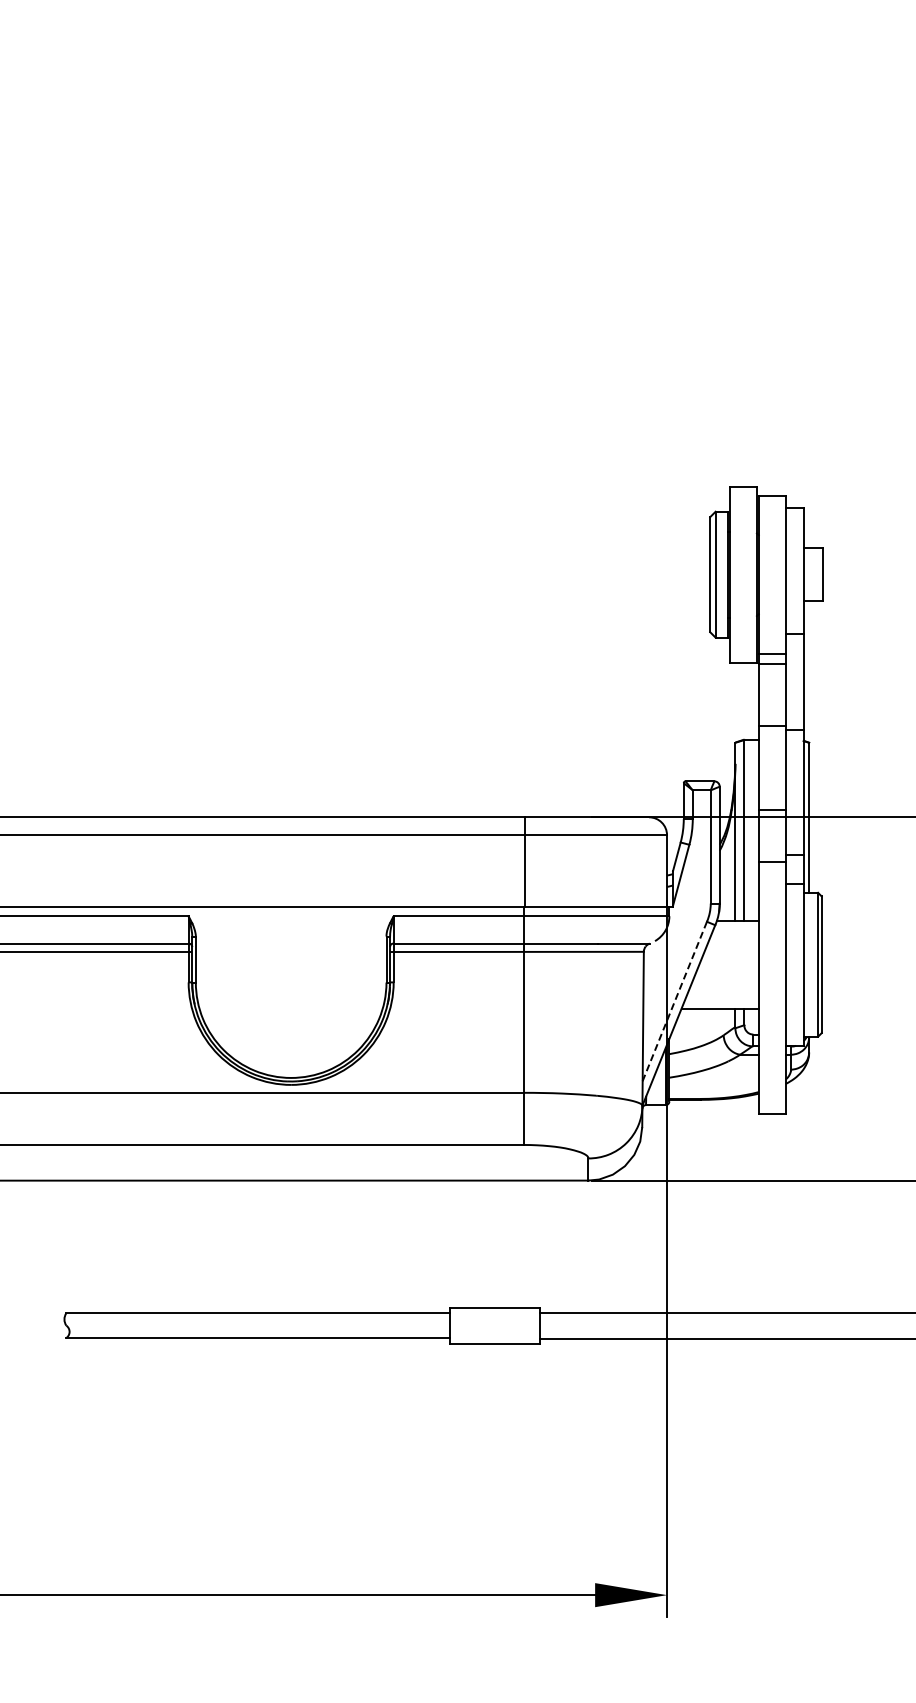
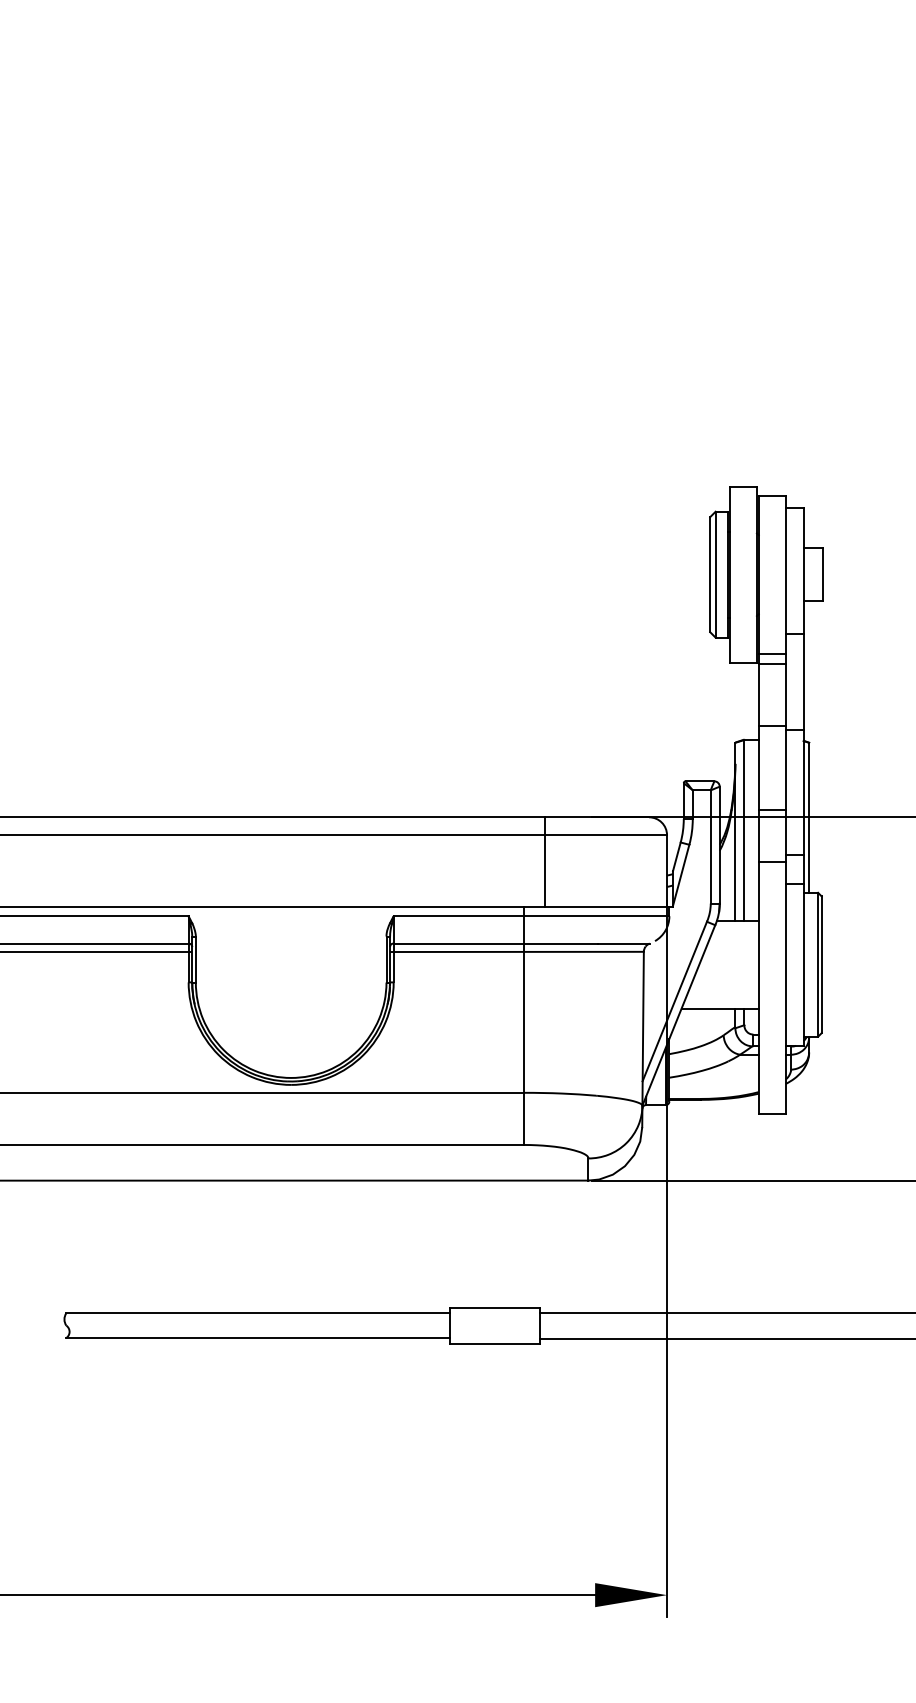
line at (524, 862) position: (524, 862) -> (544, 862)
line at (674, 1001): dashed -> solid
